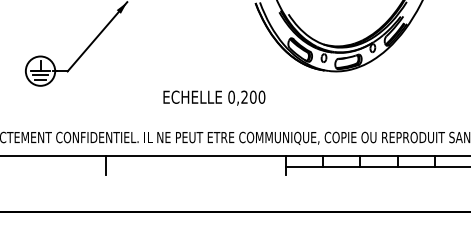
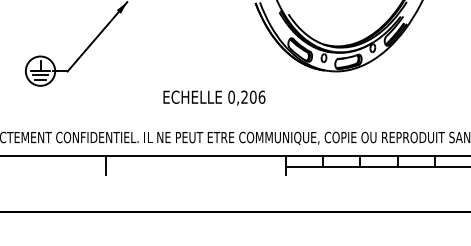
text at (261, 96): 0,200 -> 0,206
